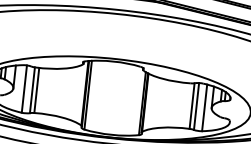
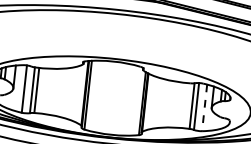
line at (204, 108): solid -> dashed
